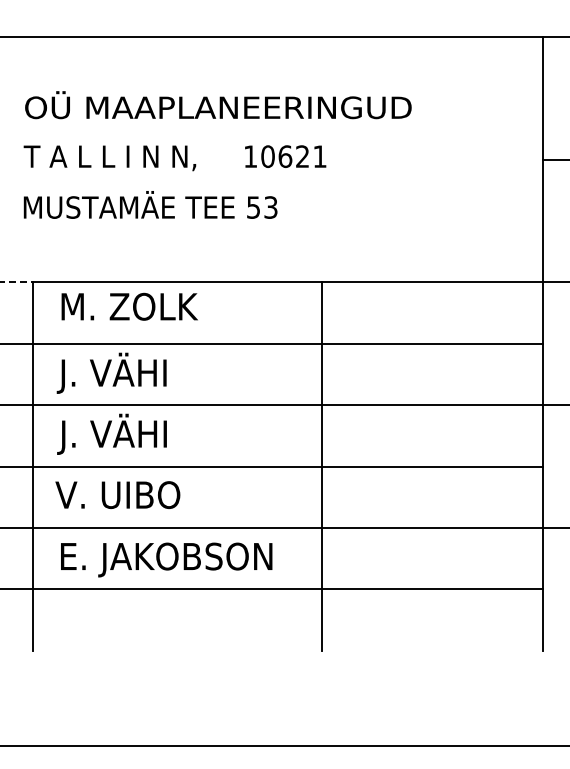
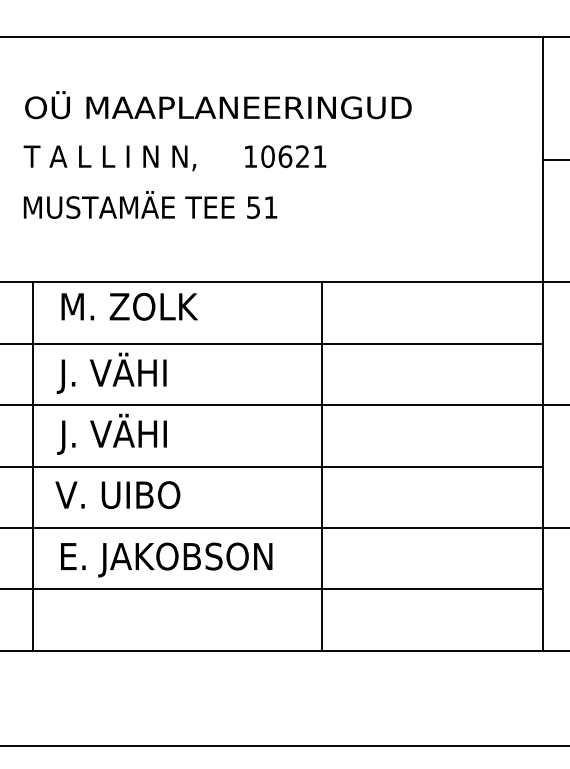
text at (270, 207): 53 -> 51
line at (17, 282): dashed -> solid
line at (284, 650): none -> present
